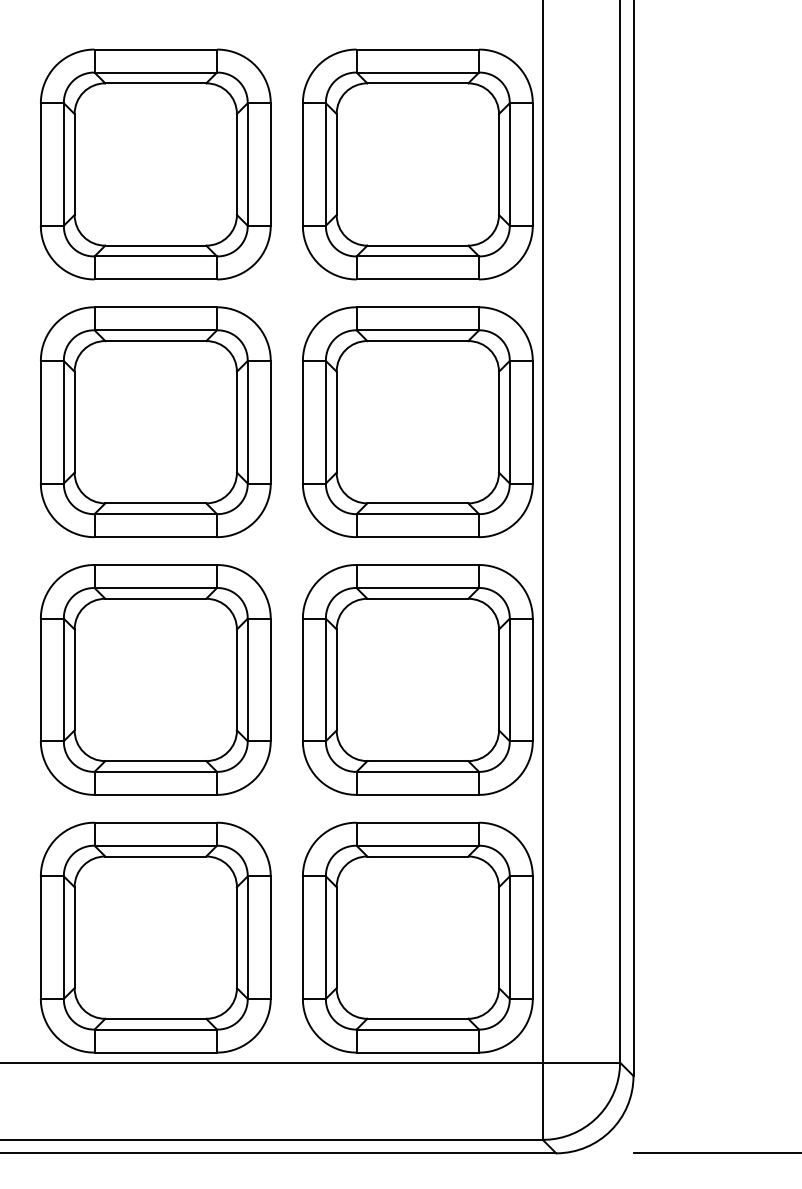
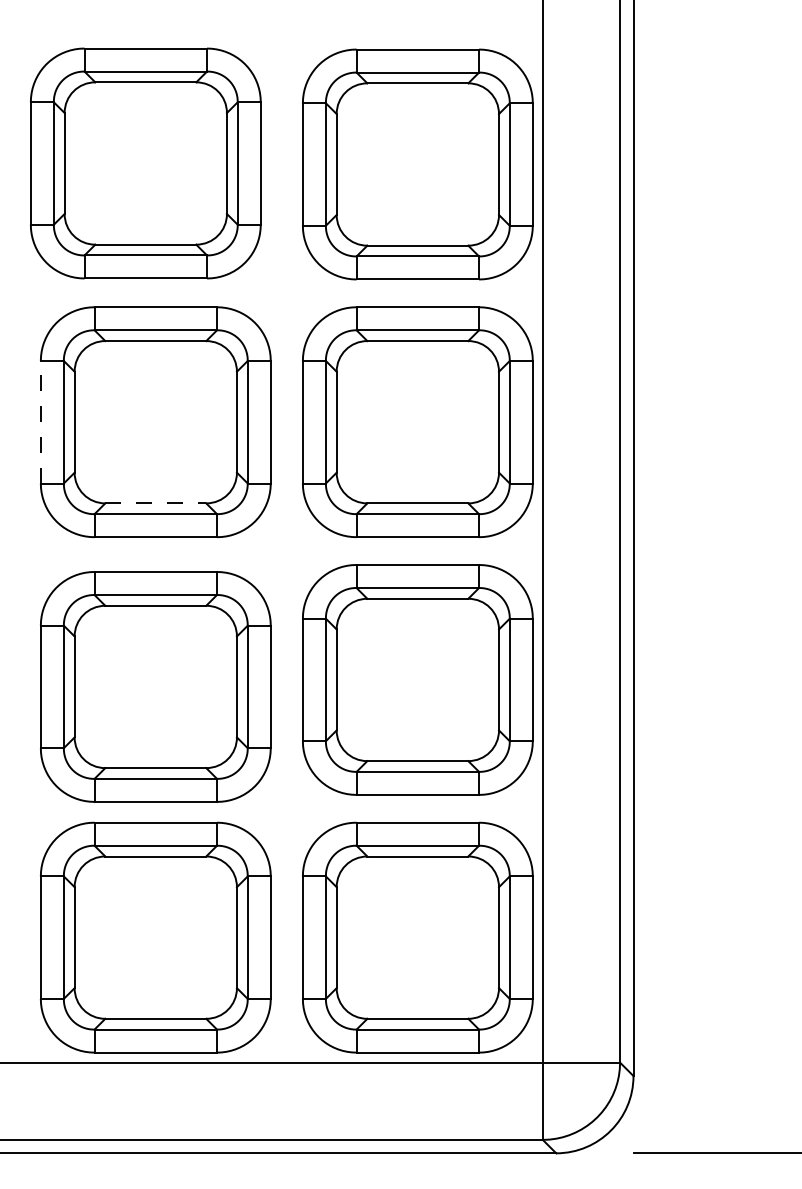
part at (155, 164) position: (155, 164) -> (145, 163)
line at (40, 421): solid -> dashed
line at (156, 503): solid -> dashed
part at (155, 679) position: (155, 679) -> (155, 686)
